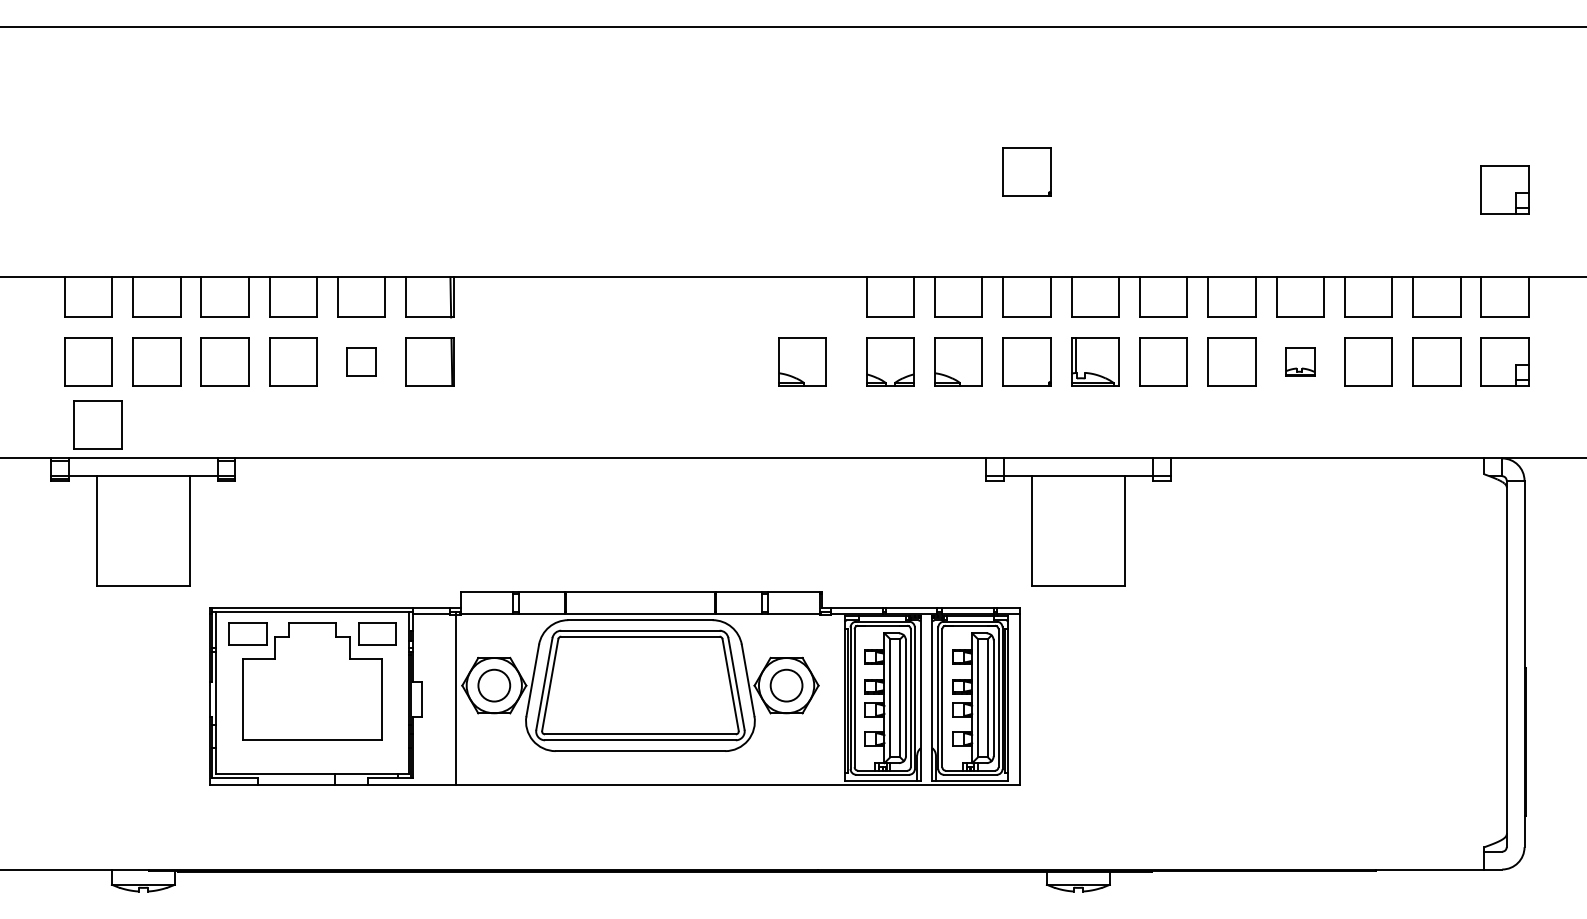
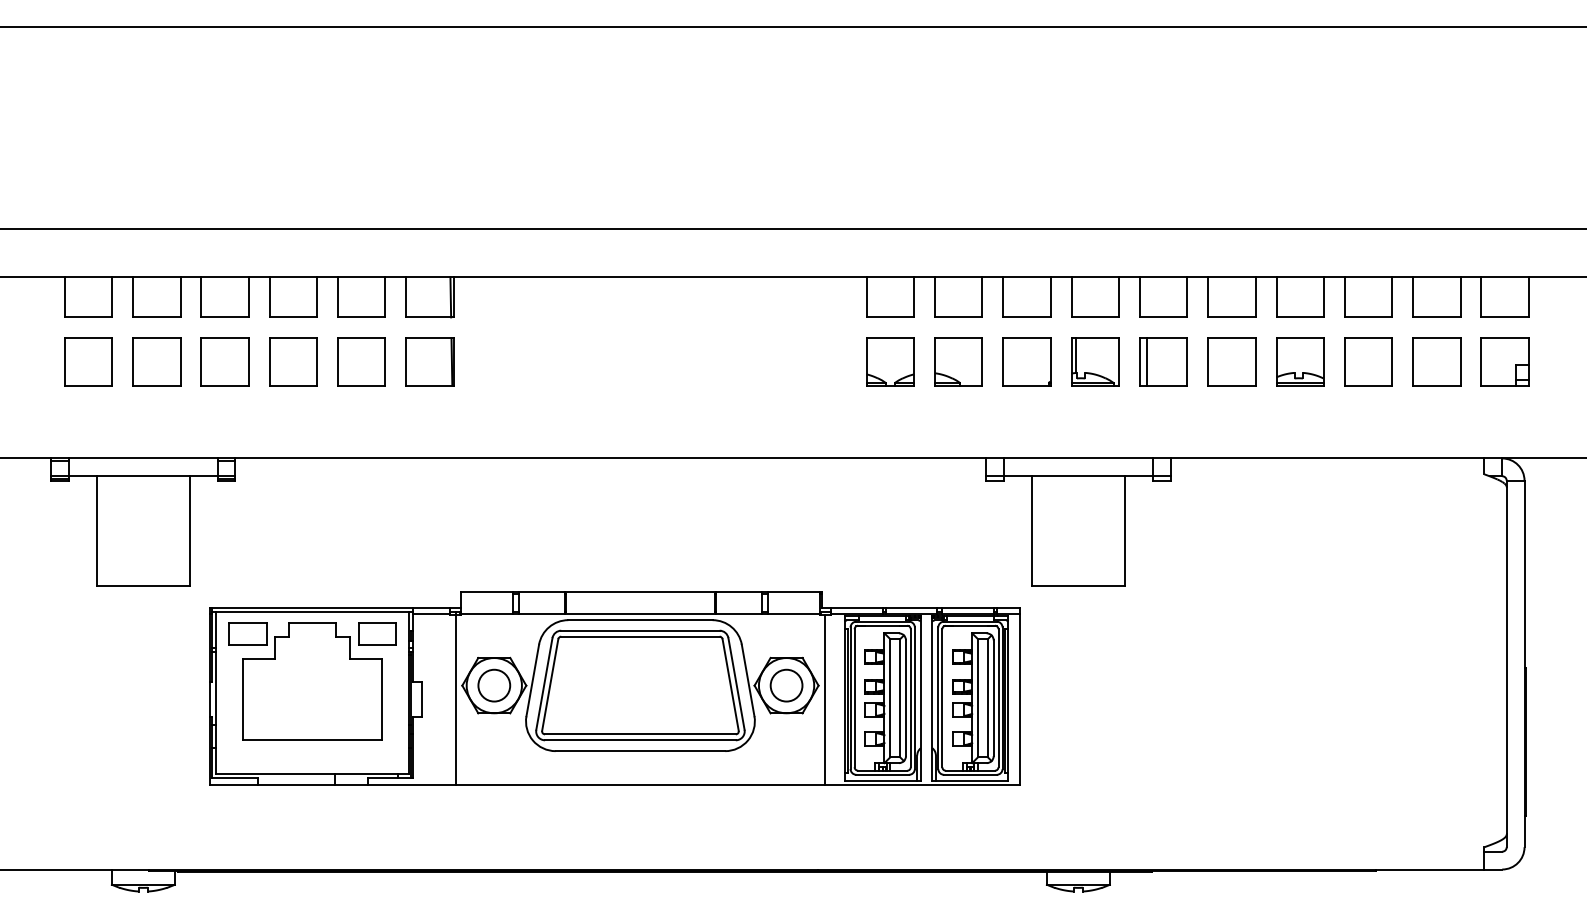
part at (1026, 171): present -> none
part at (1504, 189): present -> none
line at (792, 229): none -> present
part at (361, 361) size: 31x30 px -> 49x50 px
part at (802, 361): present -> none
line at (1147, 361): none -> present
part at (1300, 361) size: 31x30 px -> 49x50 px
part at (97, 424): present -> none
line at (824, 700): none -> present
